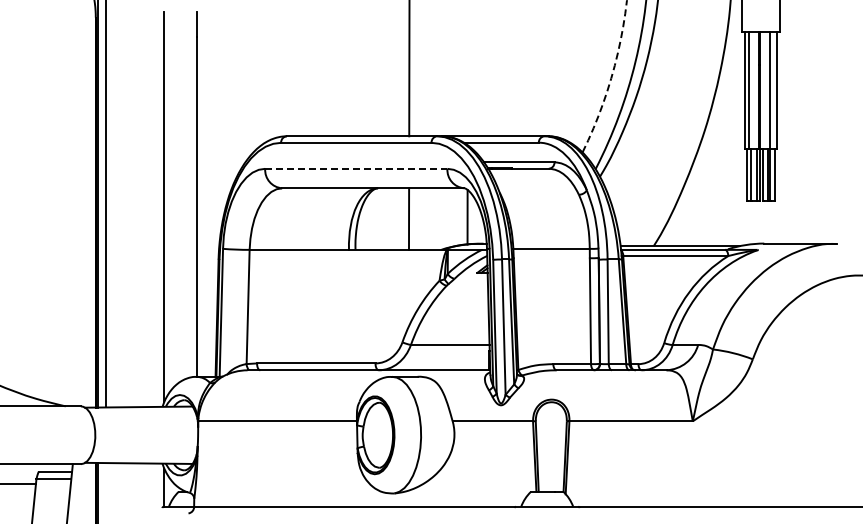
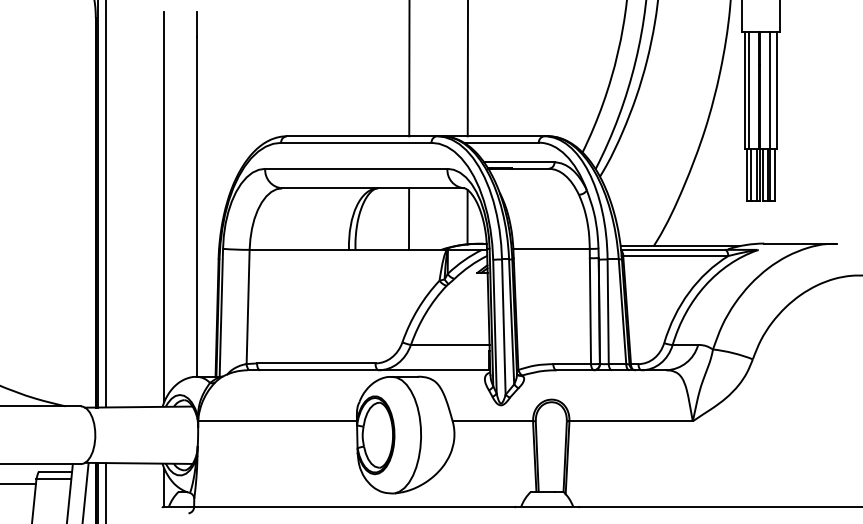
line at (467, 69): none -> present
arc at (611, 78): dashed -> solid
line at (356, 168): dashed -> solid
line at (85, 491): none -> present
line at (105, 491): none -> present
